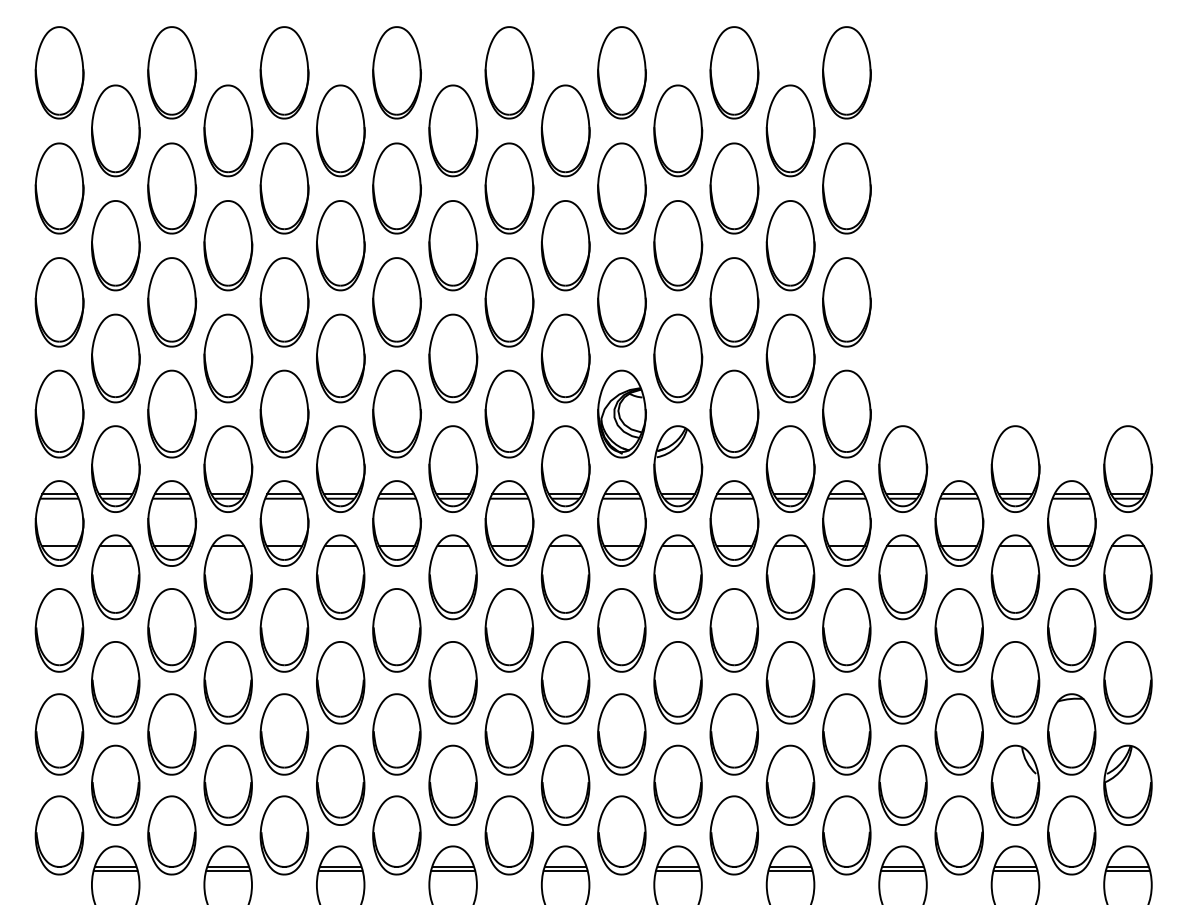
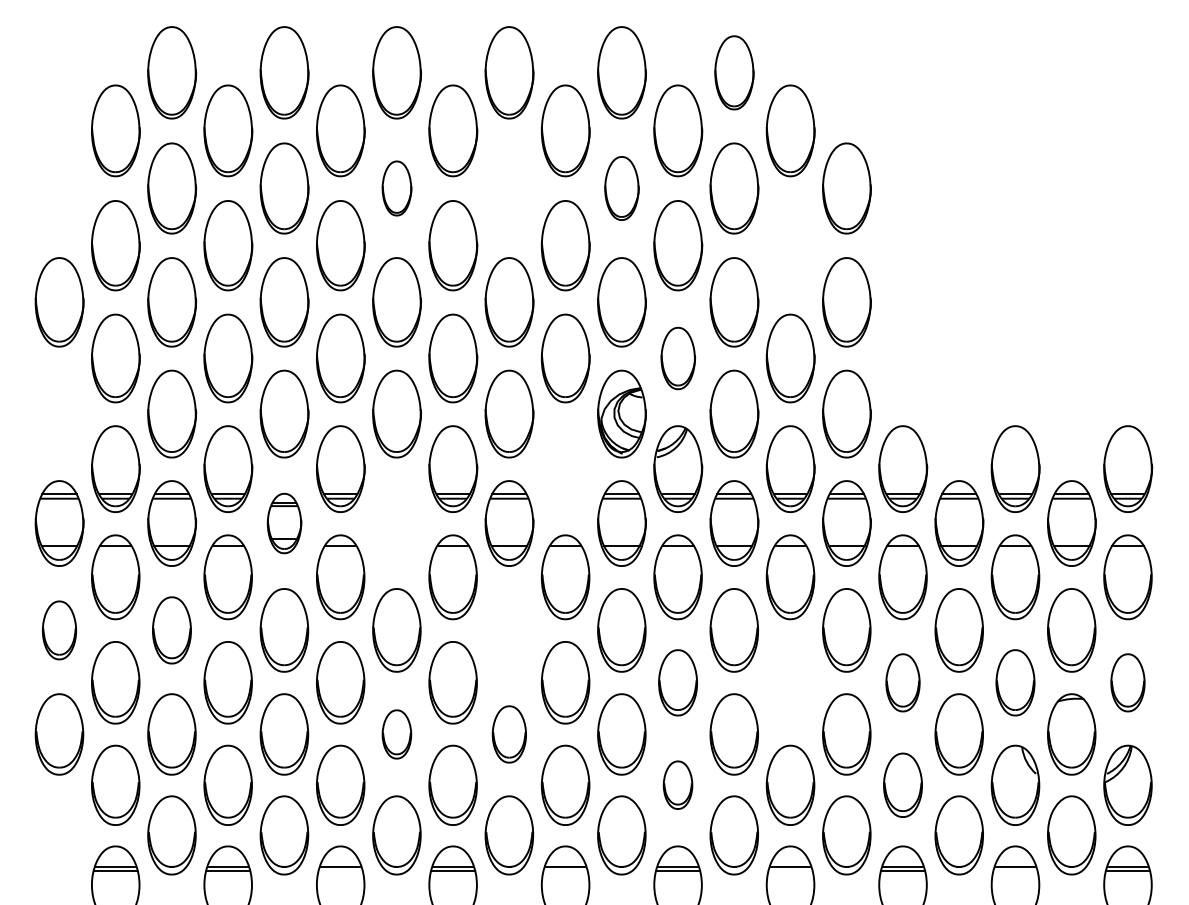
part at (59, 72): present -> none
part at (734, 72) size: 51x94 px -> 41x76 px
part at (846, 72): present -> none
part at (59, 188): present -> none
part at (396, 188) size: 50x93 px -> 32x57 px
part at (509, 188): present -> none
part at (621, 188) size: 50x93 px -> 36x65 px
part at (790, 245): present -> none
part at (678, 358) size: 51x91 px -> 37x65 px
part at (59, 413): present -> none
part at (565, 468): present -> none
part at (284, 523) size: 51x87 px -> 37x63 px
part at (396, 523): present -> none
part at (59, 630) size: 51x85 px -> 35x61 px
part at (171, 630) size: 50x85 px -> 40x69 px
part at (509, 630): present -> none
part at (677, 682) size: 50x84 px -> 40x68 px
part at (790, 682): present -> none
part at (902, 682) size: 50x84 px -> 36x60 px
part at (1015, 682) size: 51x84 px -> 41x68 px
part at (1127, 682) size: 50x84 px -> 36x60 px
part at (396, 734) size: 50x83 px -> 32x51 px
part at (509, 734) size: 51x83 px -> 36x59 px
part at (677, 784) size: 50x82 px -> 32x50 px
part at (902, 784) size: 50x82 px -> 40x66 px
part at (59, 835): present -> none
line at (340, 870): present -> none
line at (565, 870): present -> none
line at (790, 870): present -> none
line at (1015, 870): present -> none
